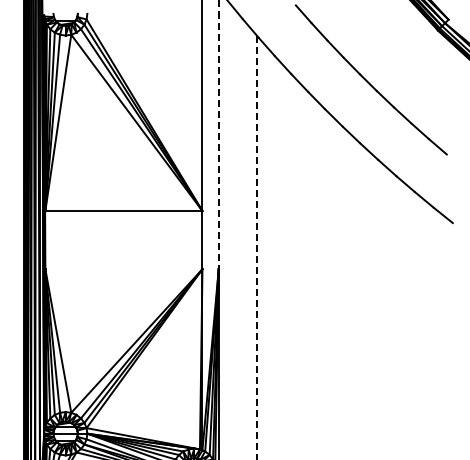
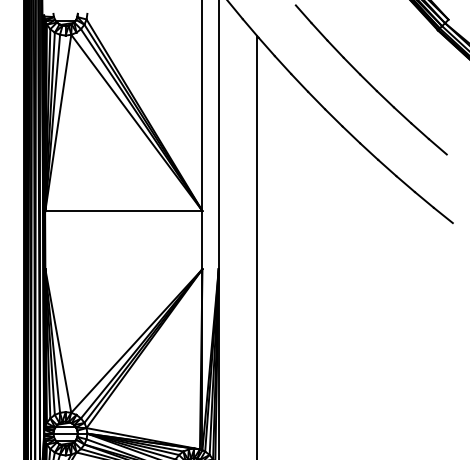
line at (218, 135): dashed -> solid
line at (257, 247): dashed -> solid
